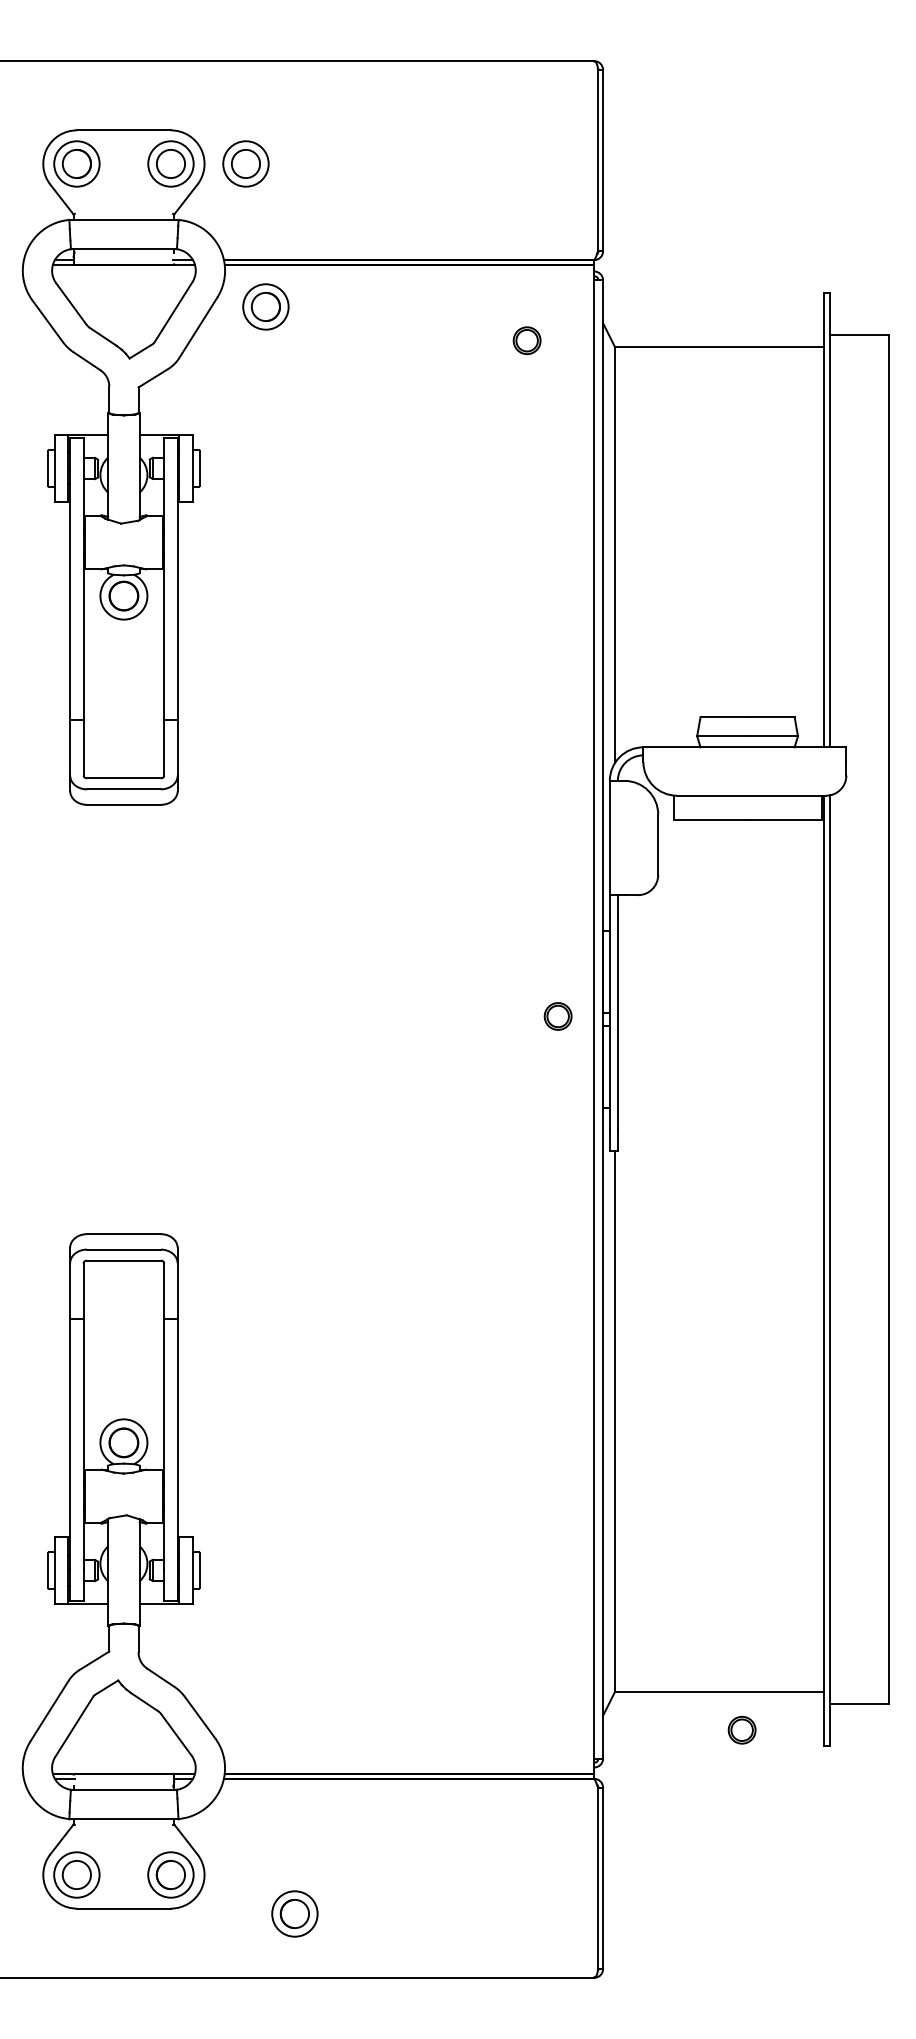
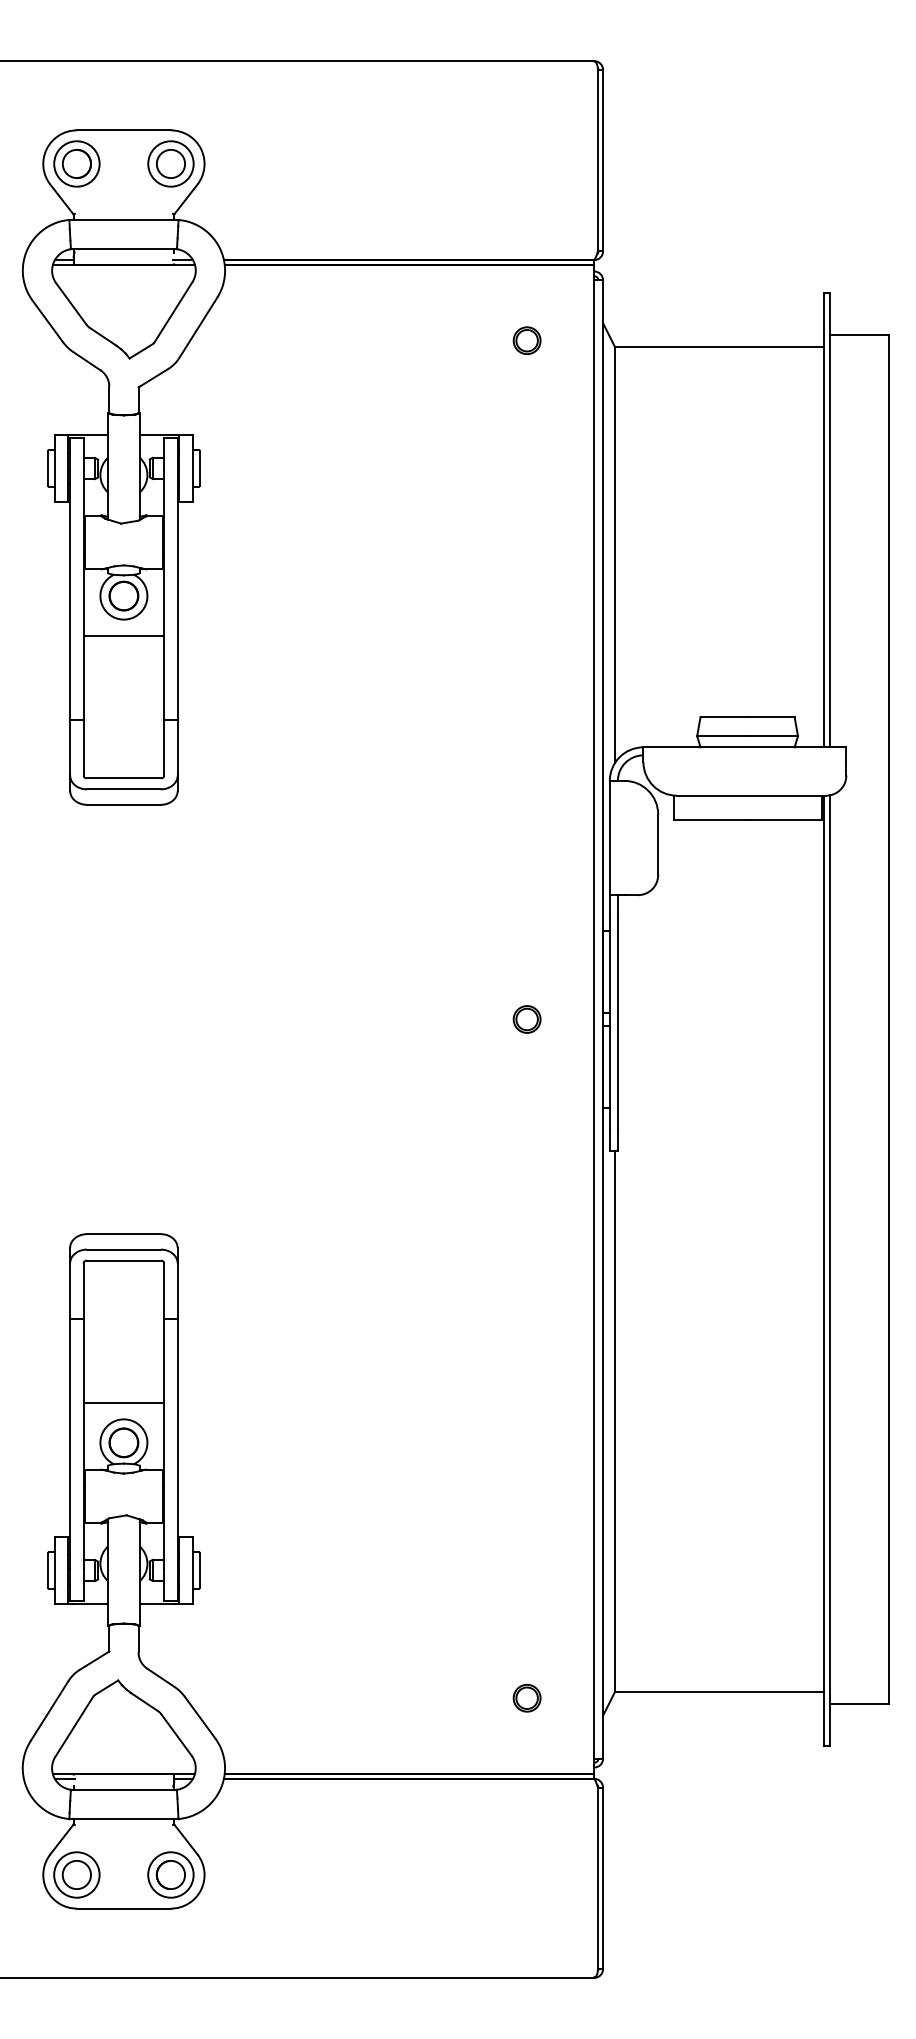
part at (245, 163): present -> none
part at (265, 306): present -> none
line at (123, 636): none -> present
part at (557, 1016) position: (557, 1016) -> (526, 1019)
line at (123, 1402): none -> present
part at (741, 1729) position: (741, 1729) -> (526, 1697)
part at (294, 1913): present -> none
